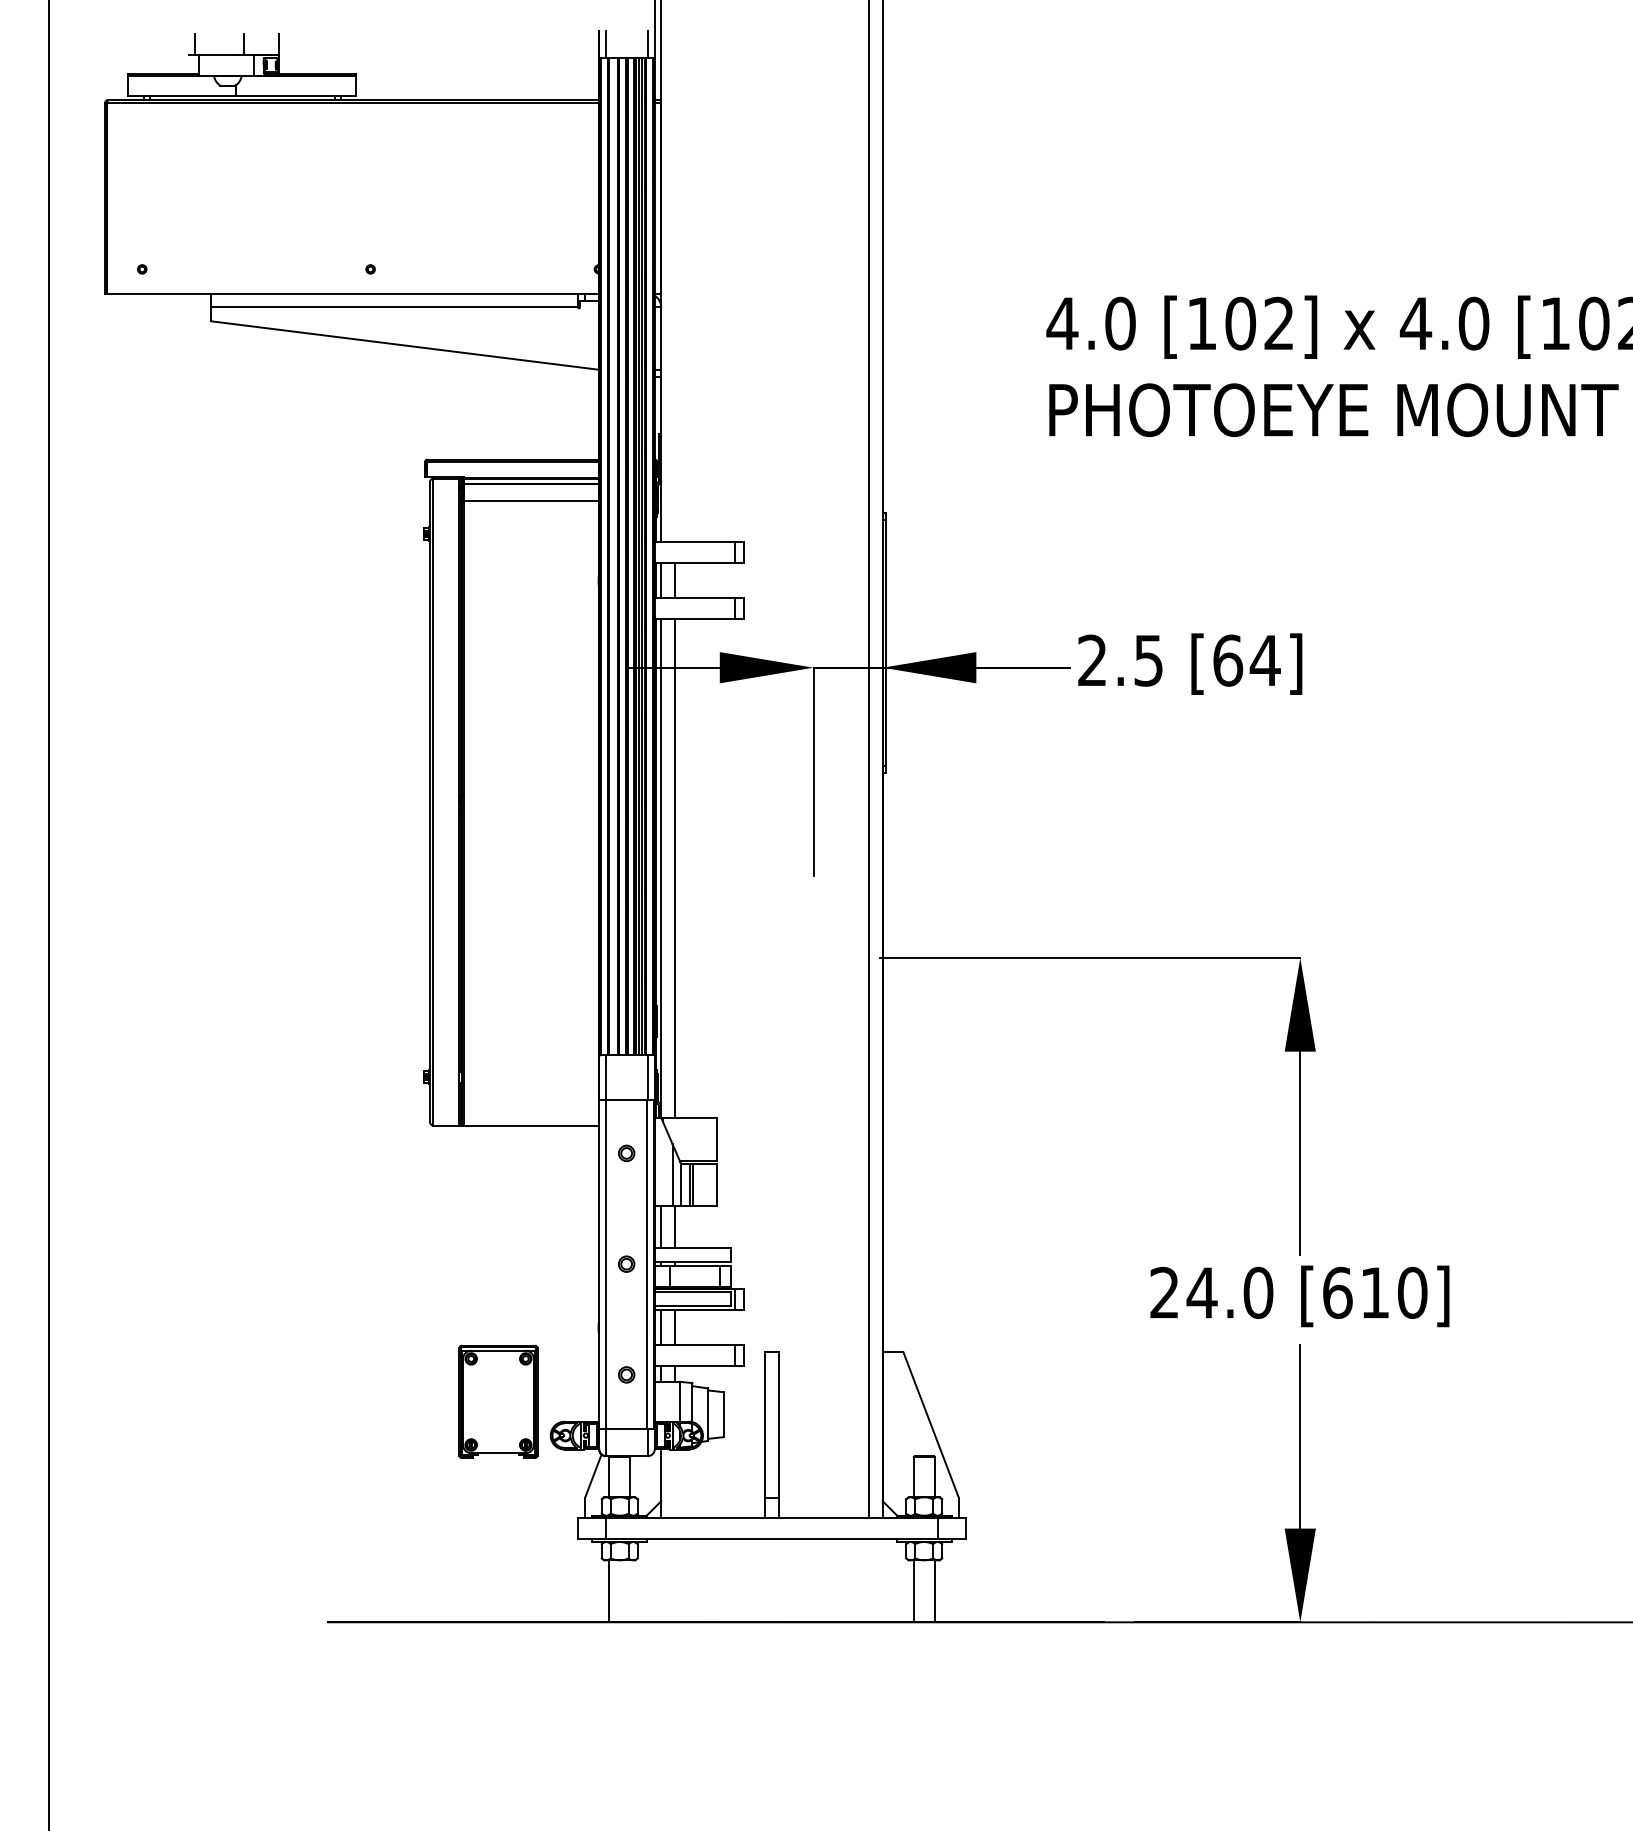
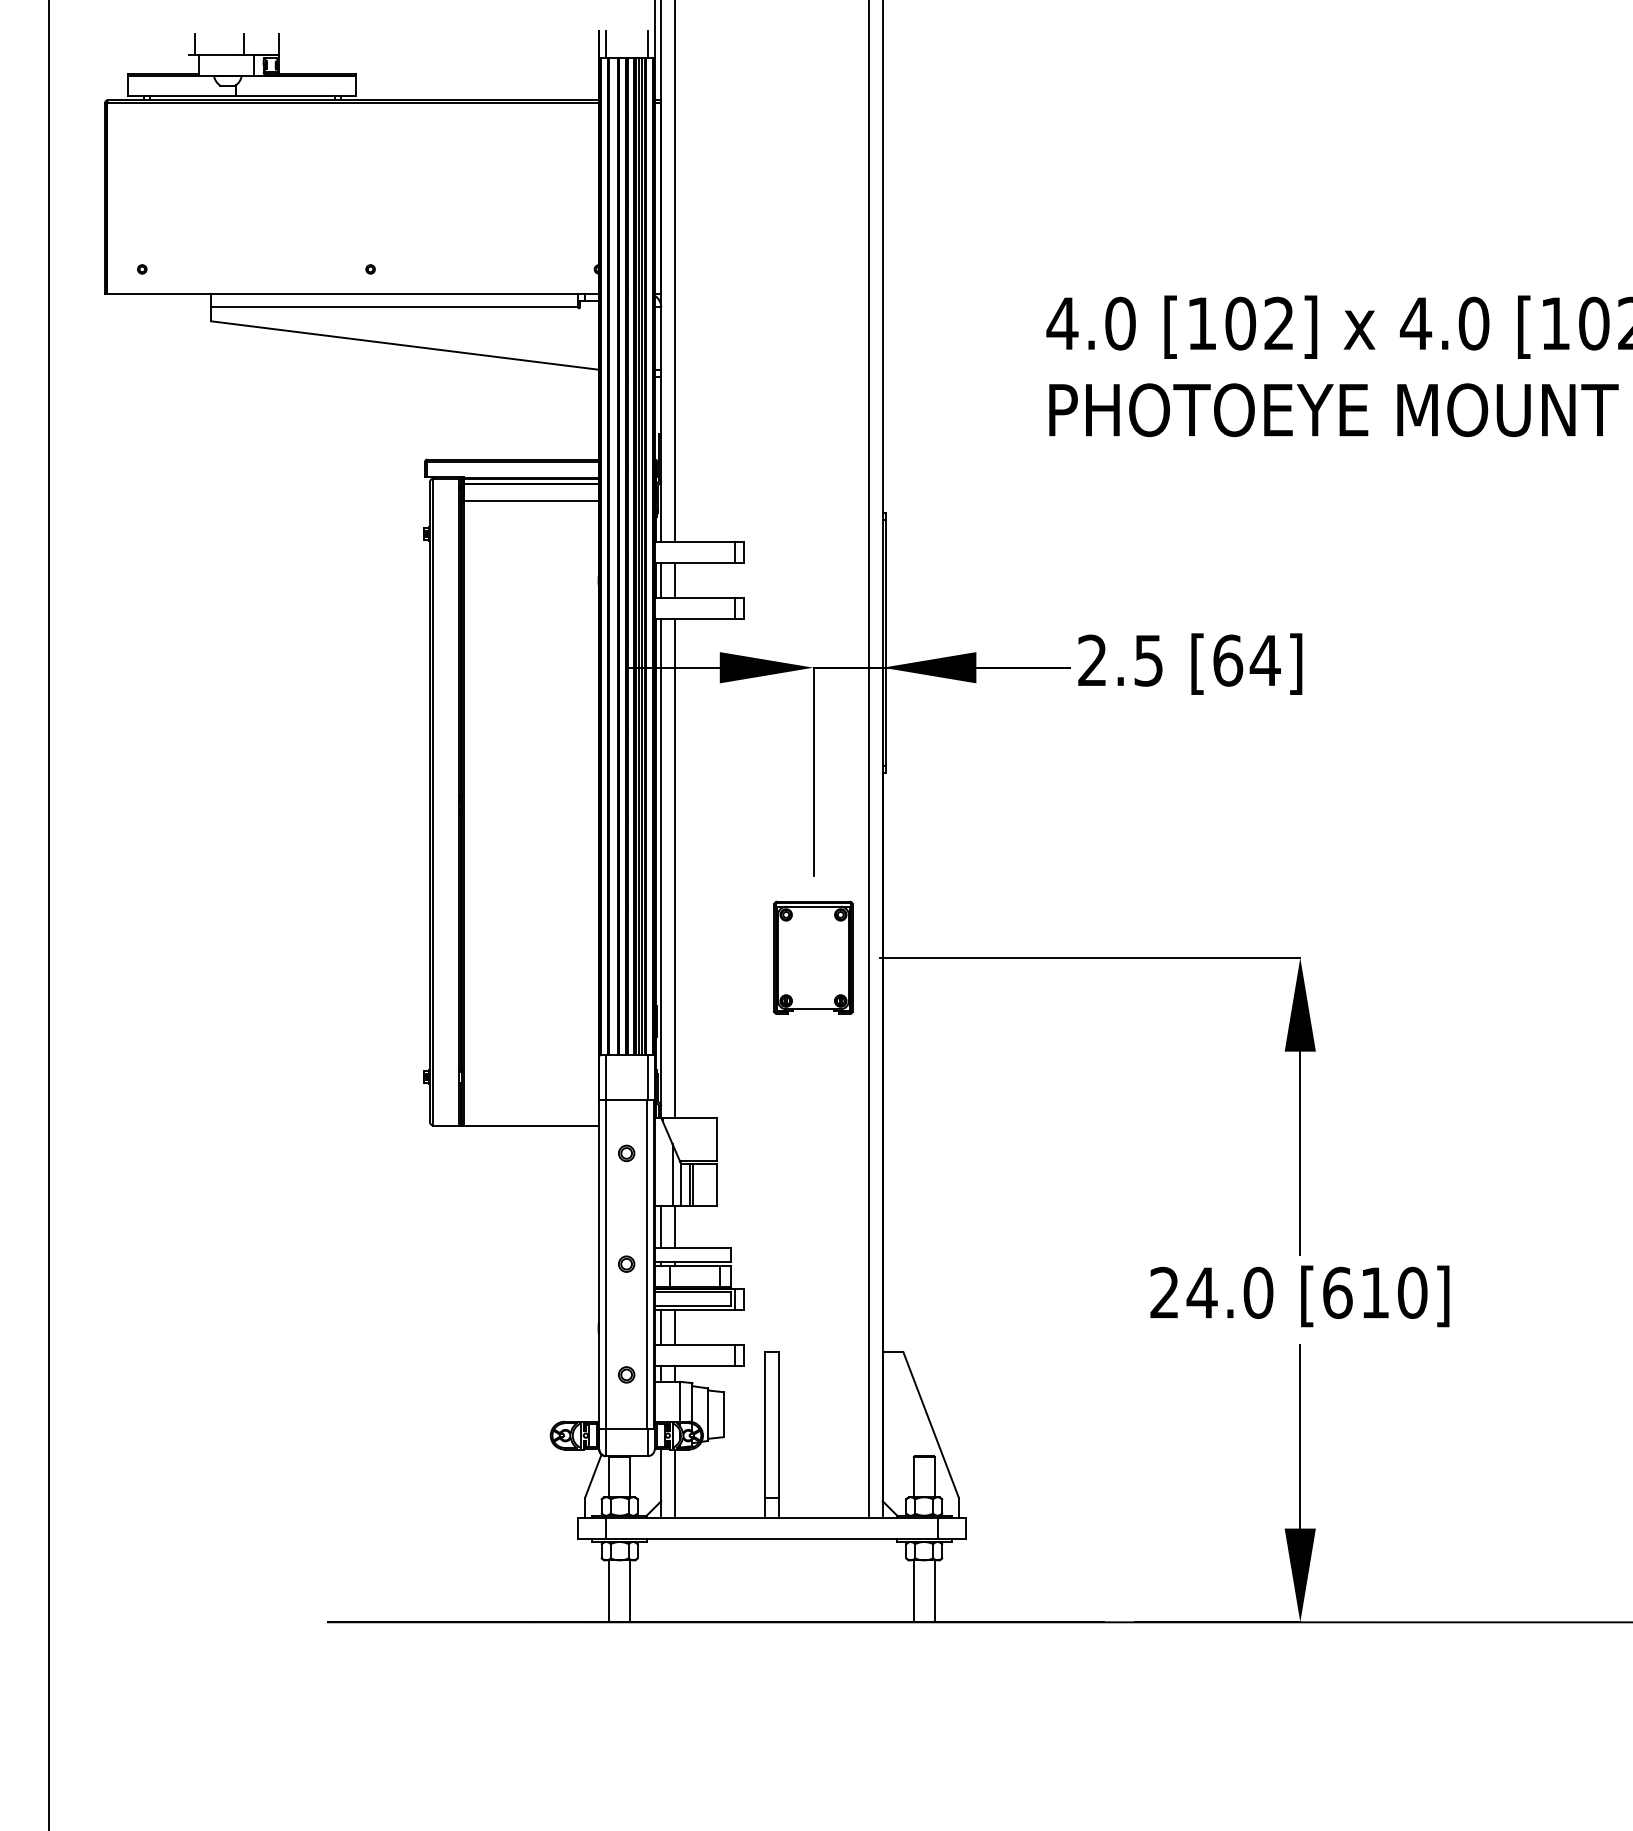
line at (675, 271): none -> present
part at (498, 1401) position: (498, 1401) -> (813, 957)
line at (675, 1483): none -> present
line at (630, 1591): none -> present
